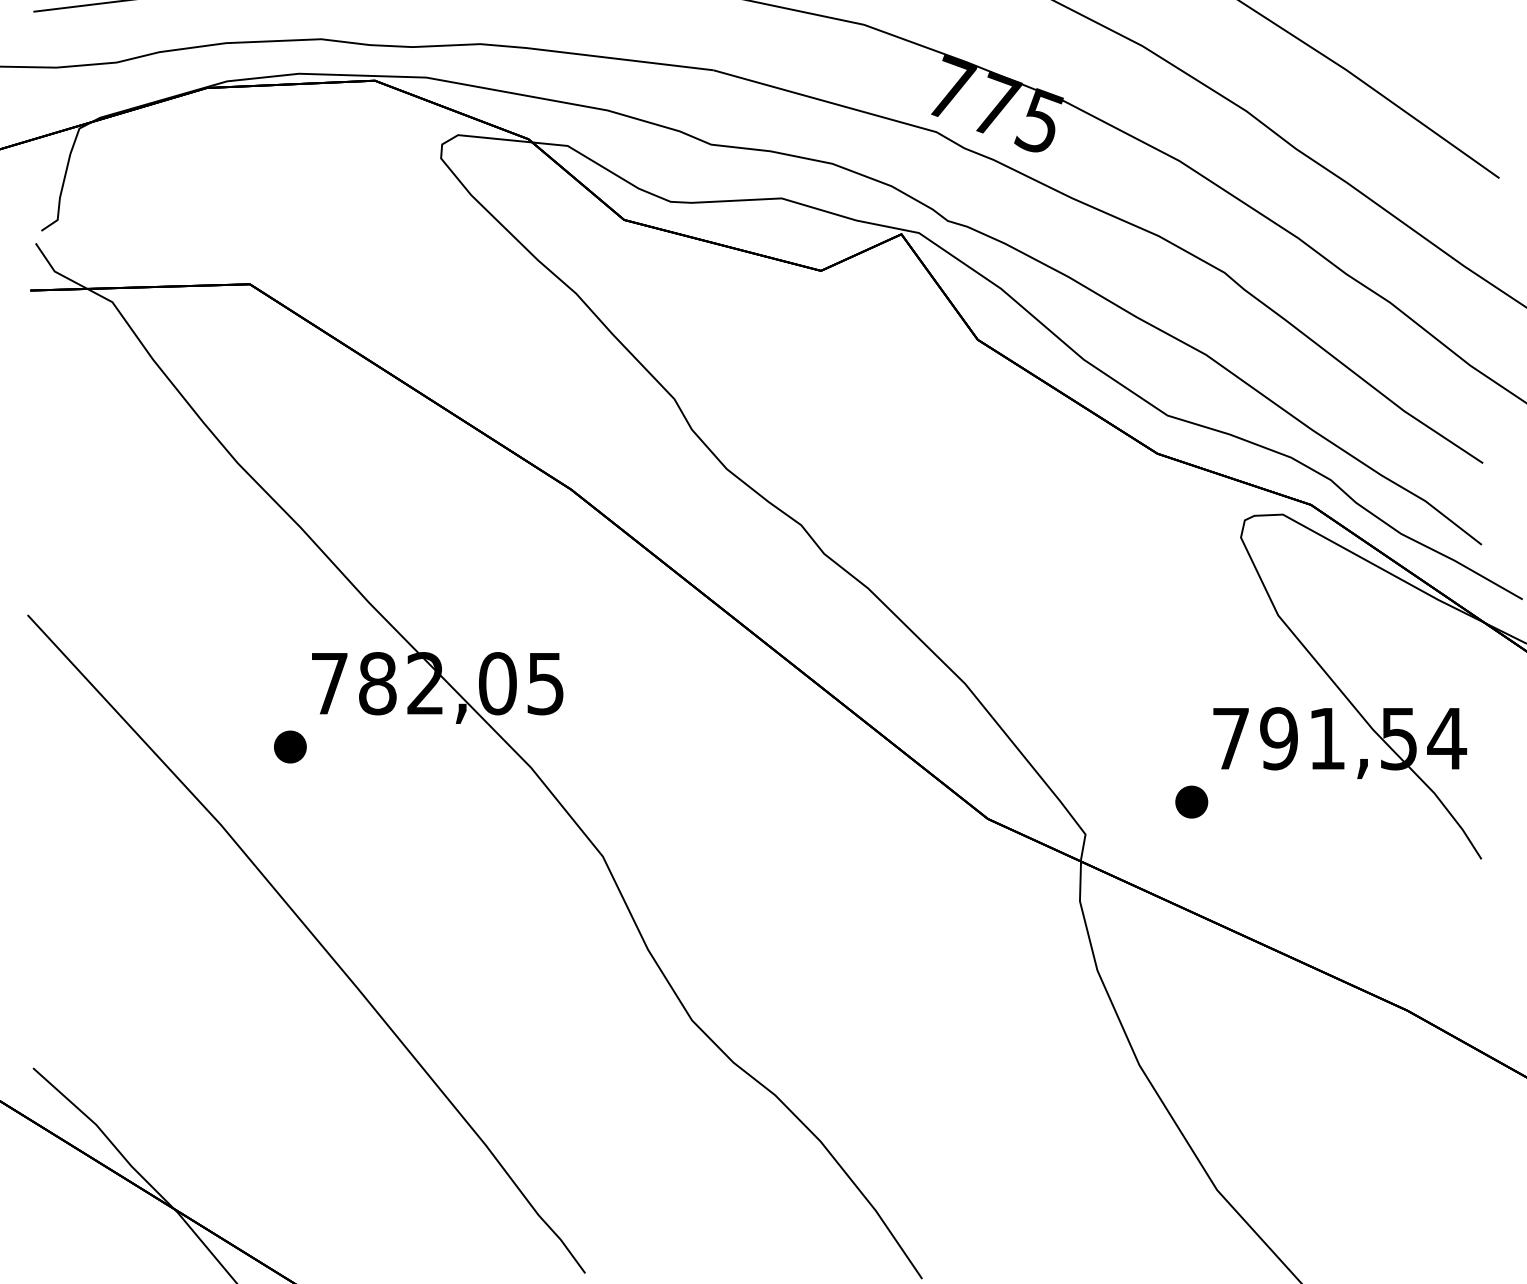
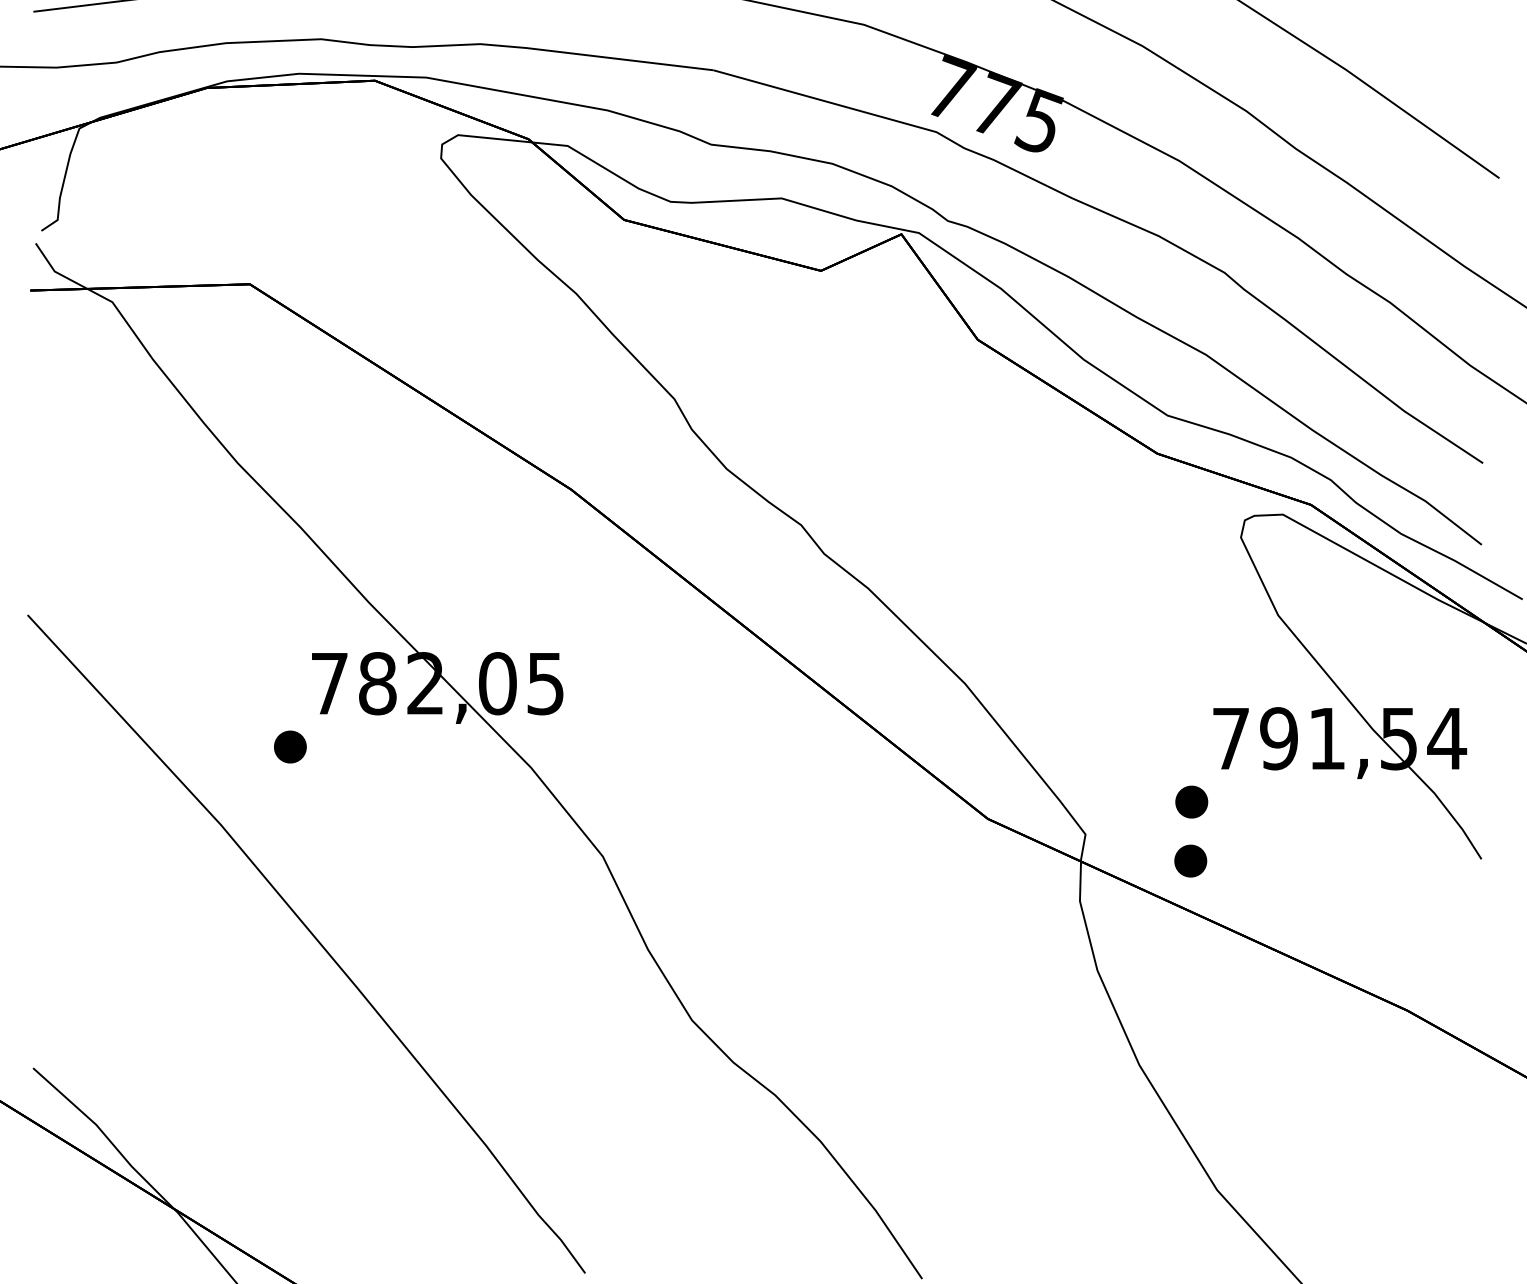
part at (1190, 860): none -> present
